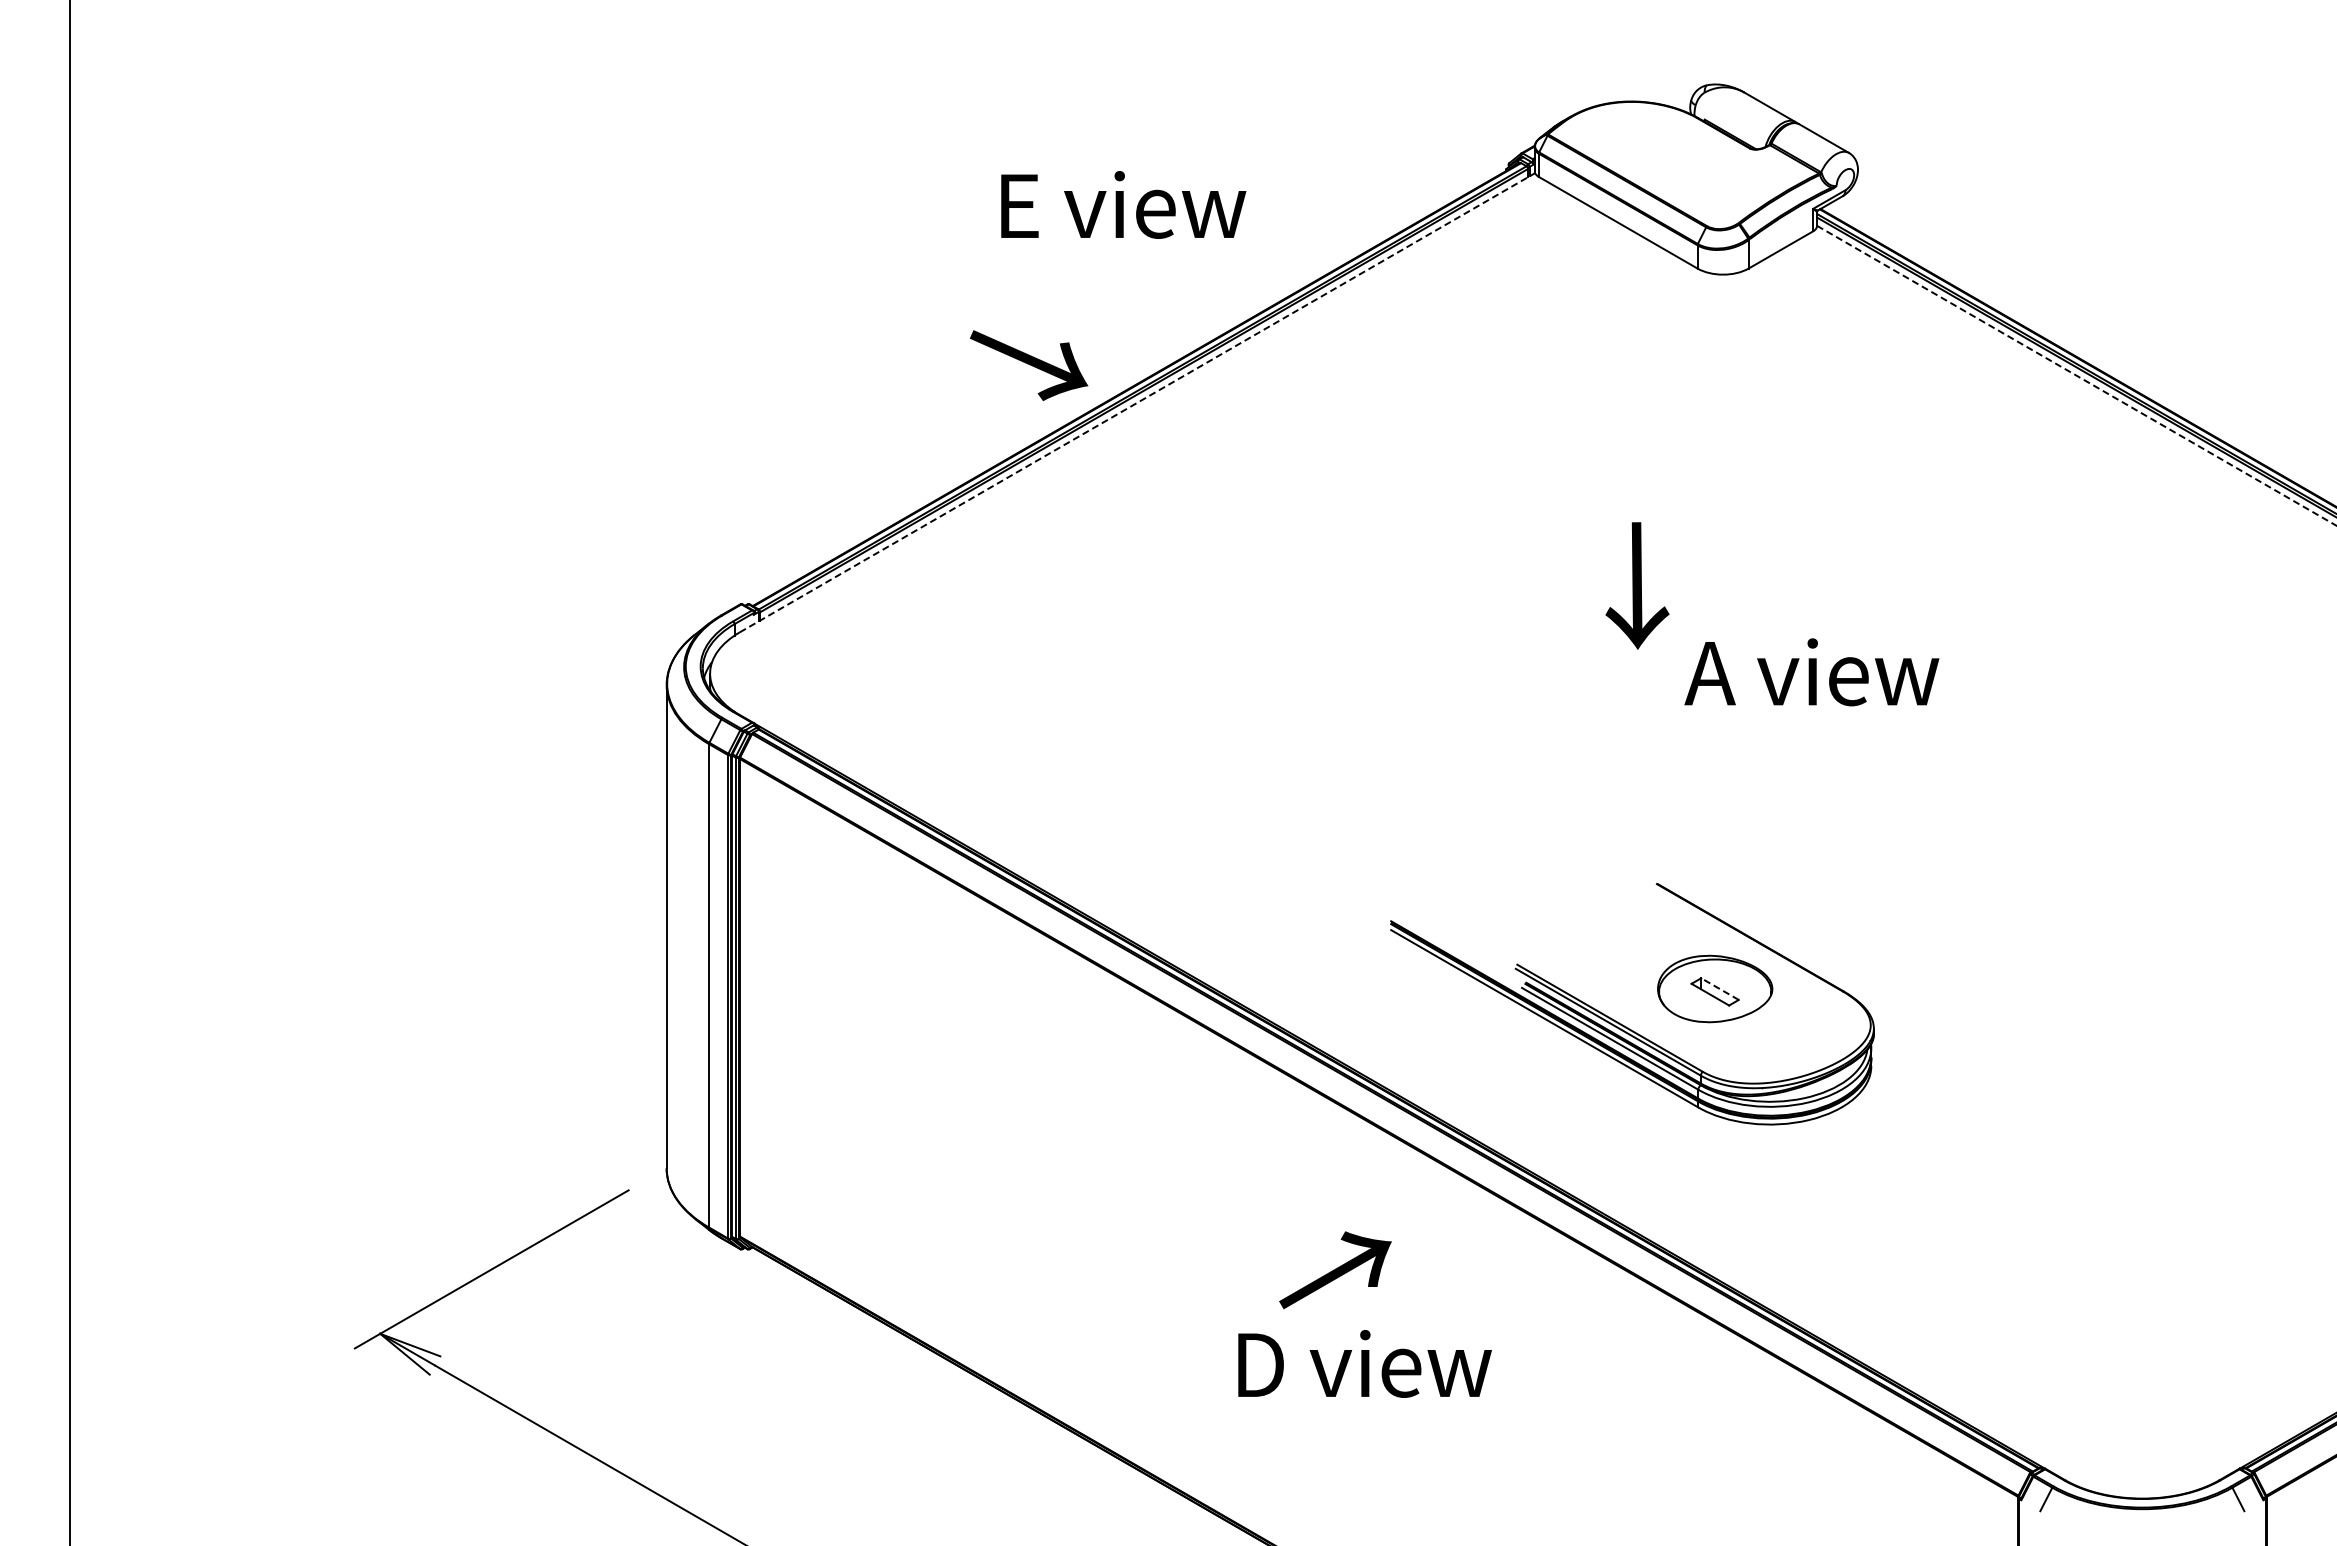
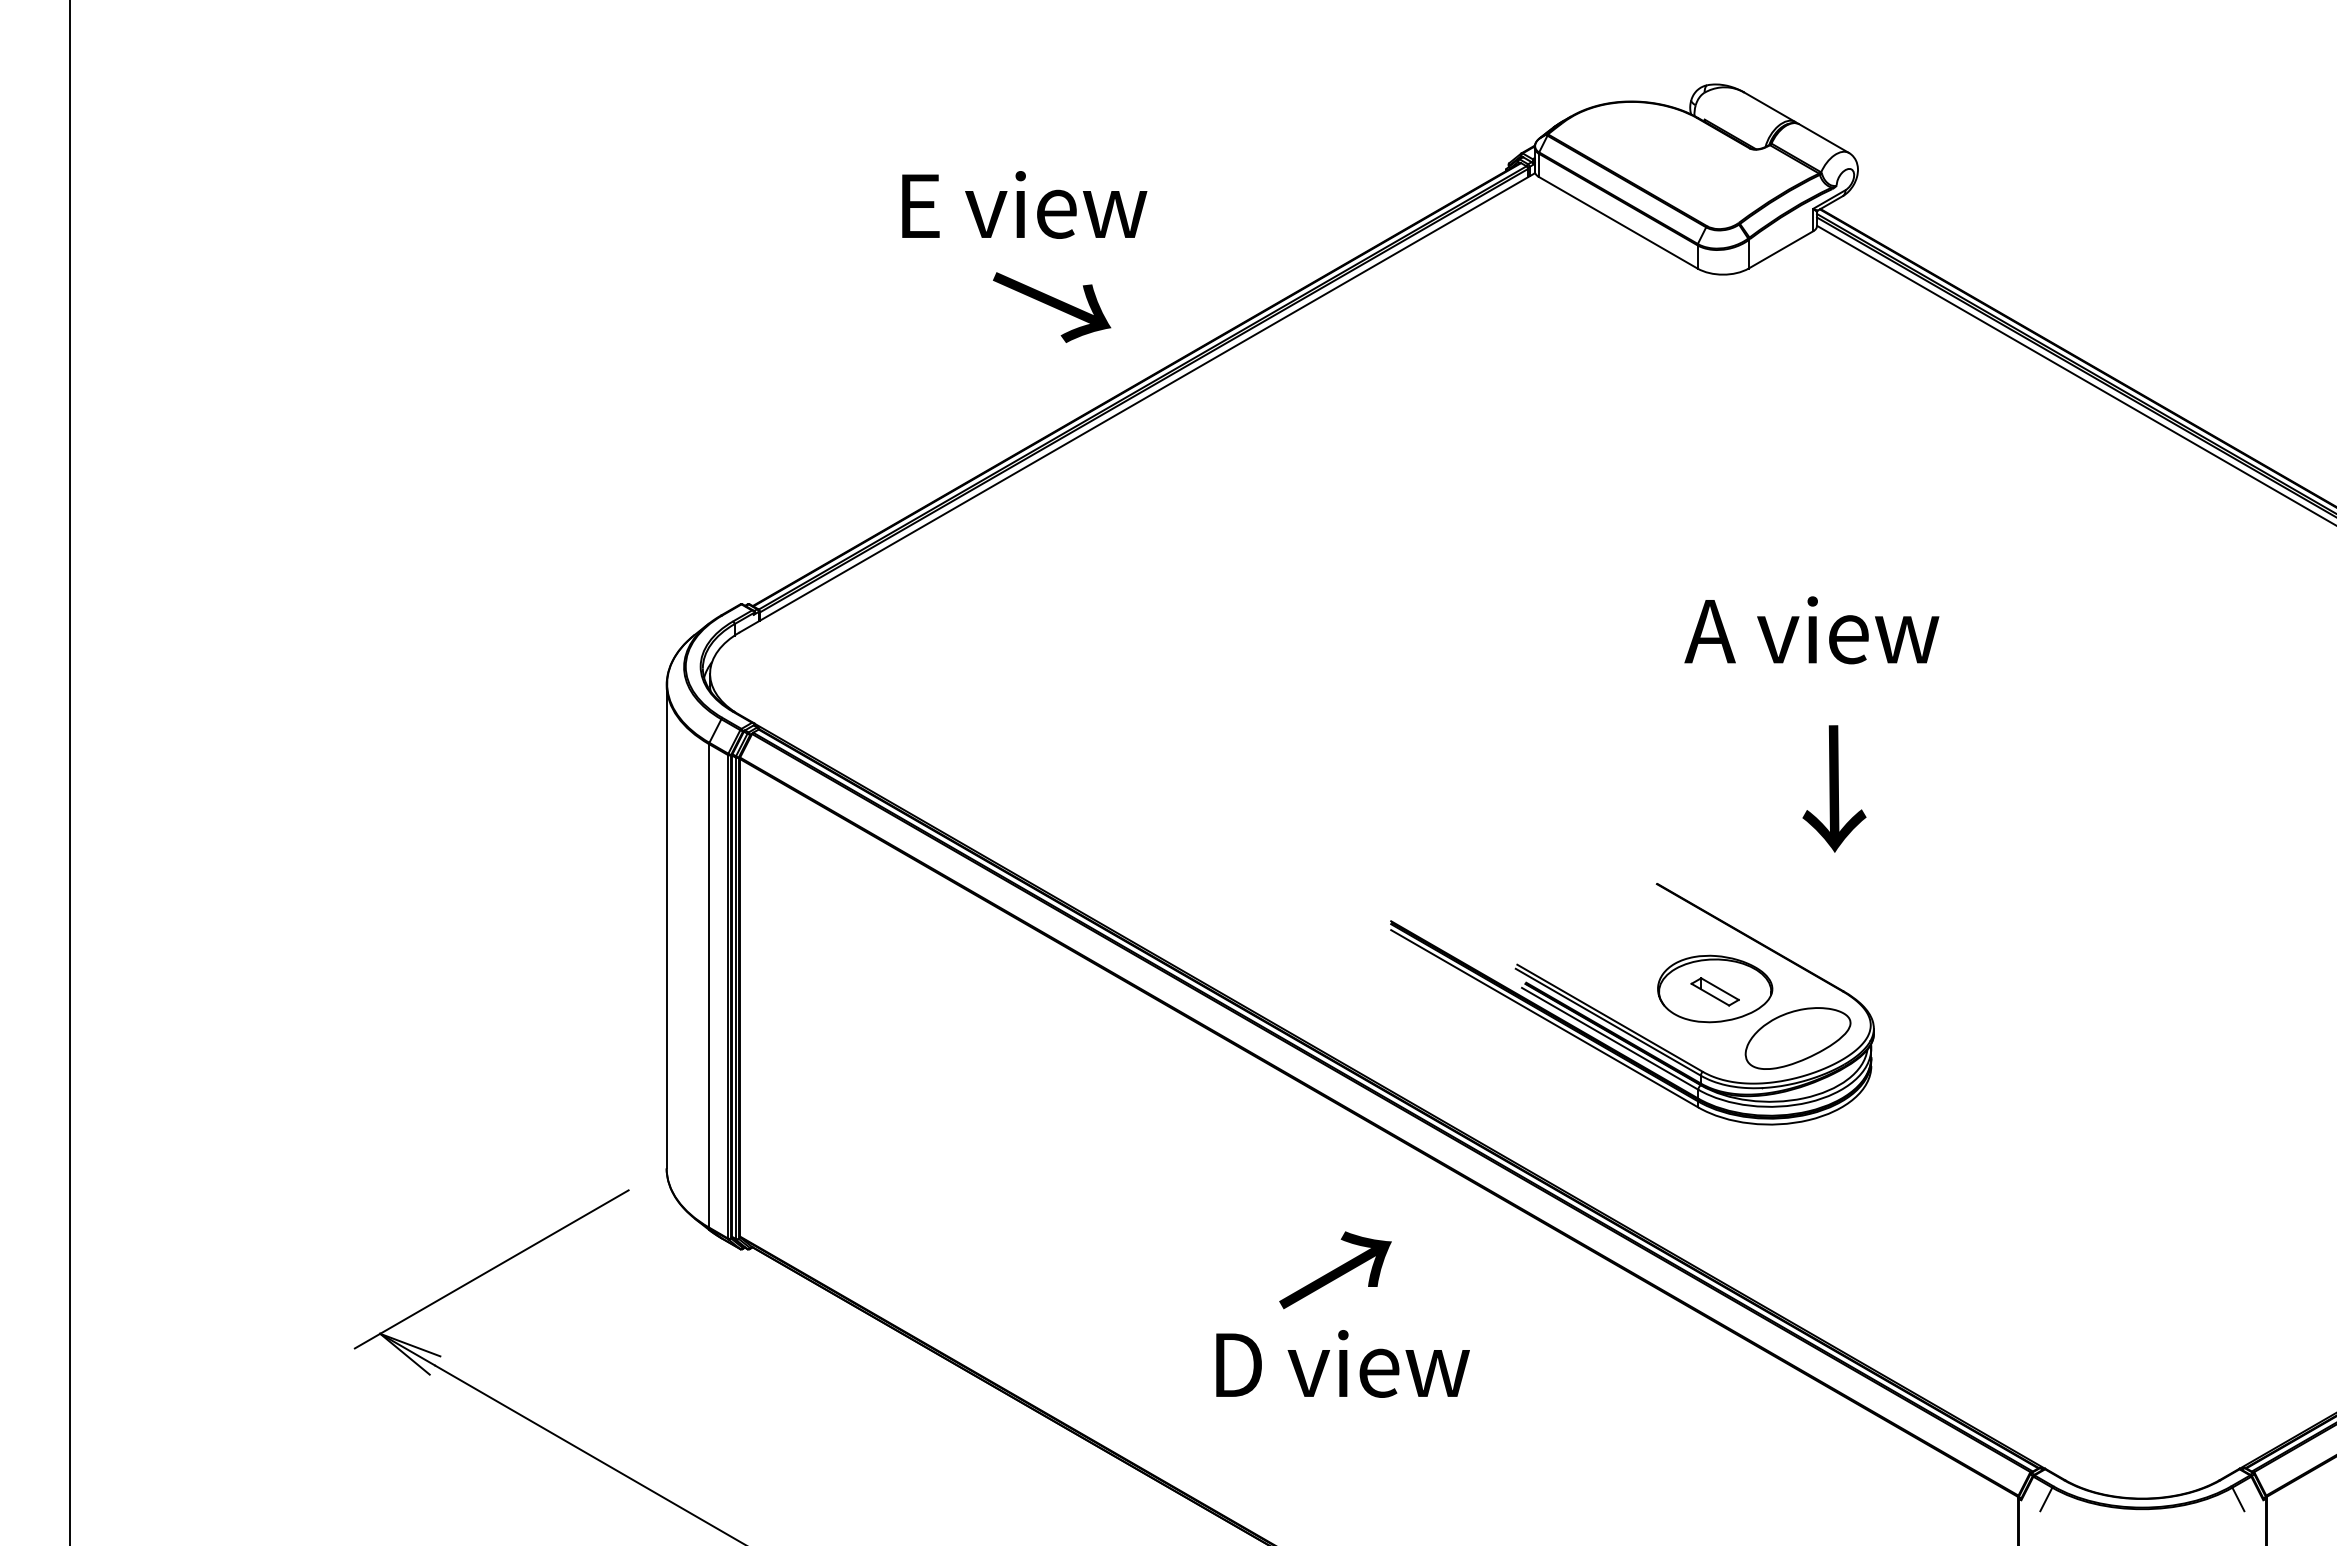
text at (1123, 204) position: (1123, 204) -> (1024, 204)
text at (1029, 365) position: (1029, 365) -> (1052, 307)
line at (2076, 375): dashed -> solid
line at (1137, 402): dashed -> solid
text at (1637, 585) position: (1637, 585) -> (1834, 788)
text at (1811, 672) position: (1811, 672) -> (1811, 630)
line at (1720, 989): dashed -> solid
part at (1797, 1038): none -> present
text at (1364, 1363) position: (1364, 1363) -> (1342, 1363)
